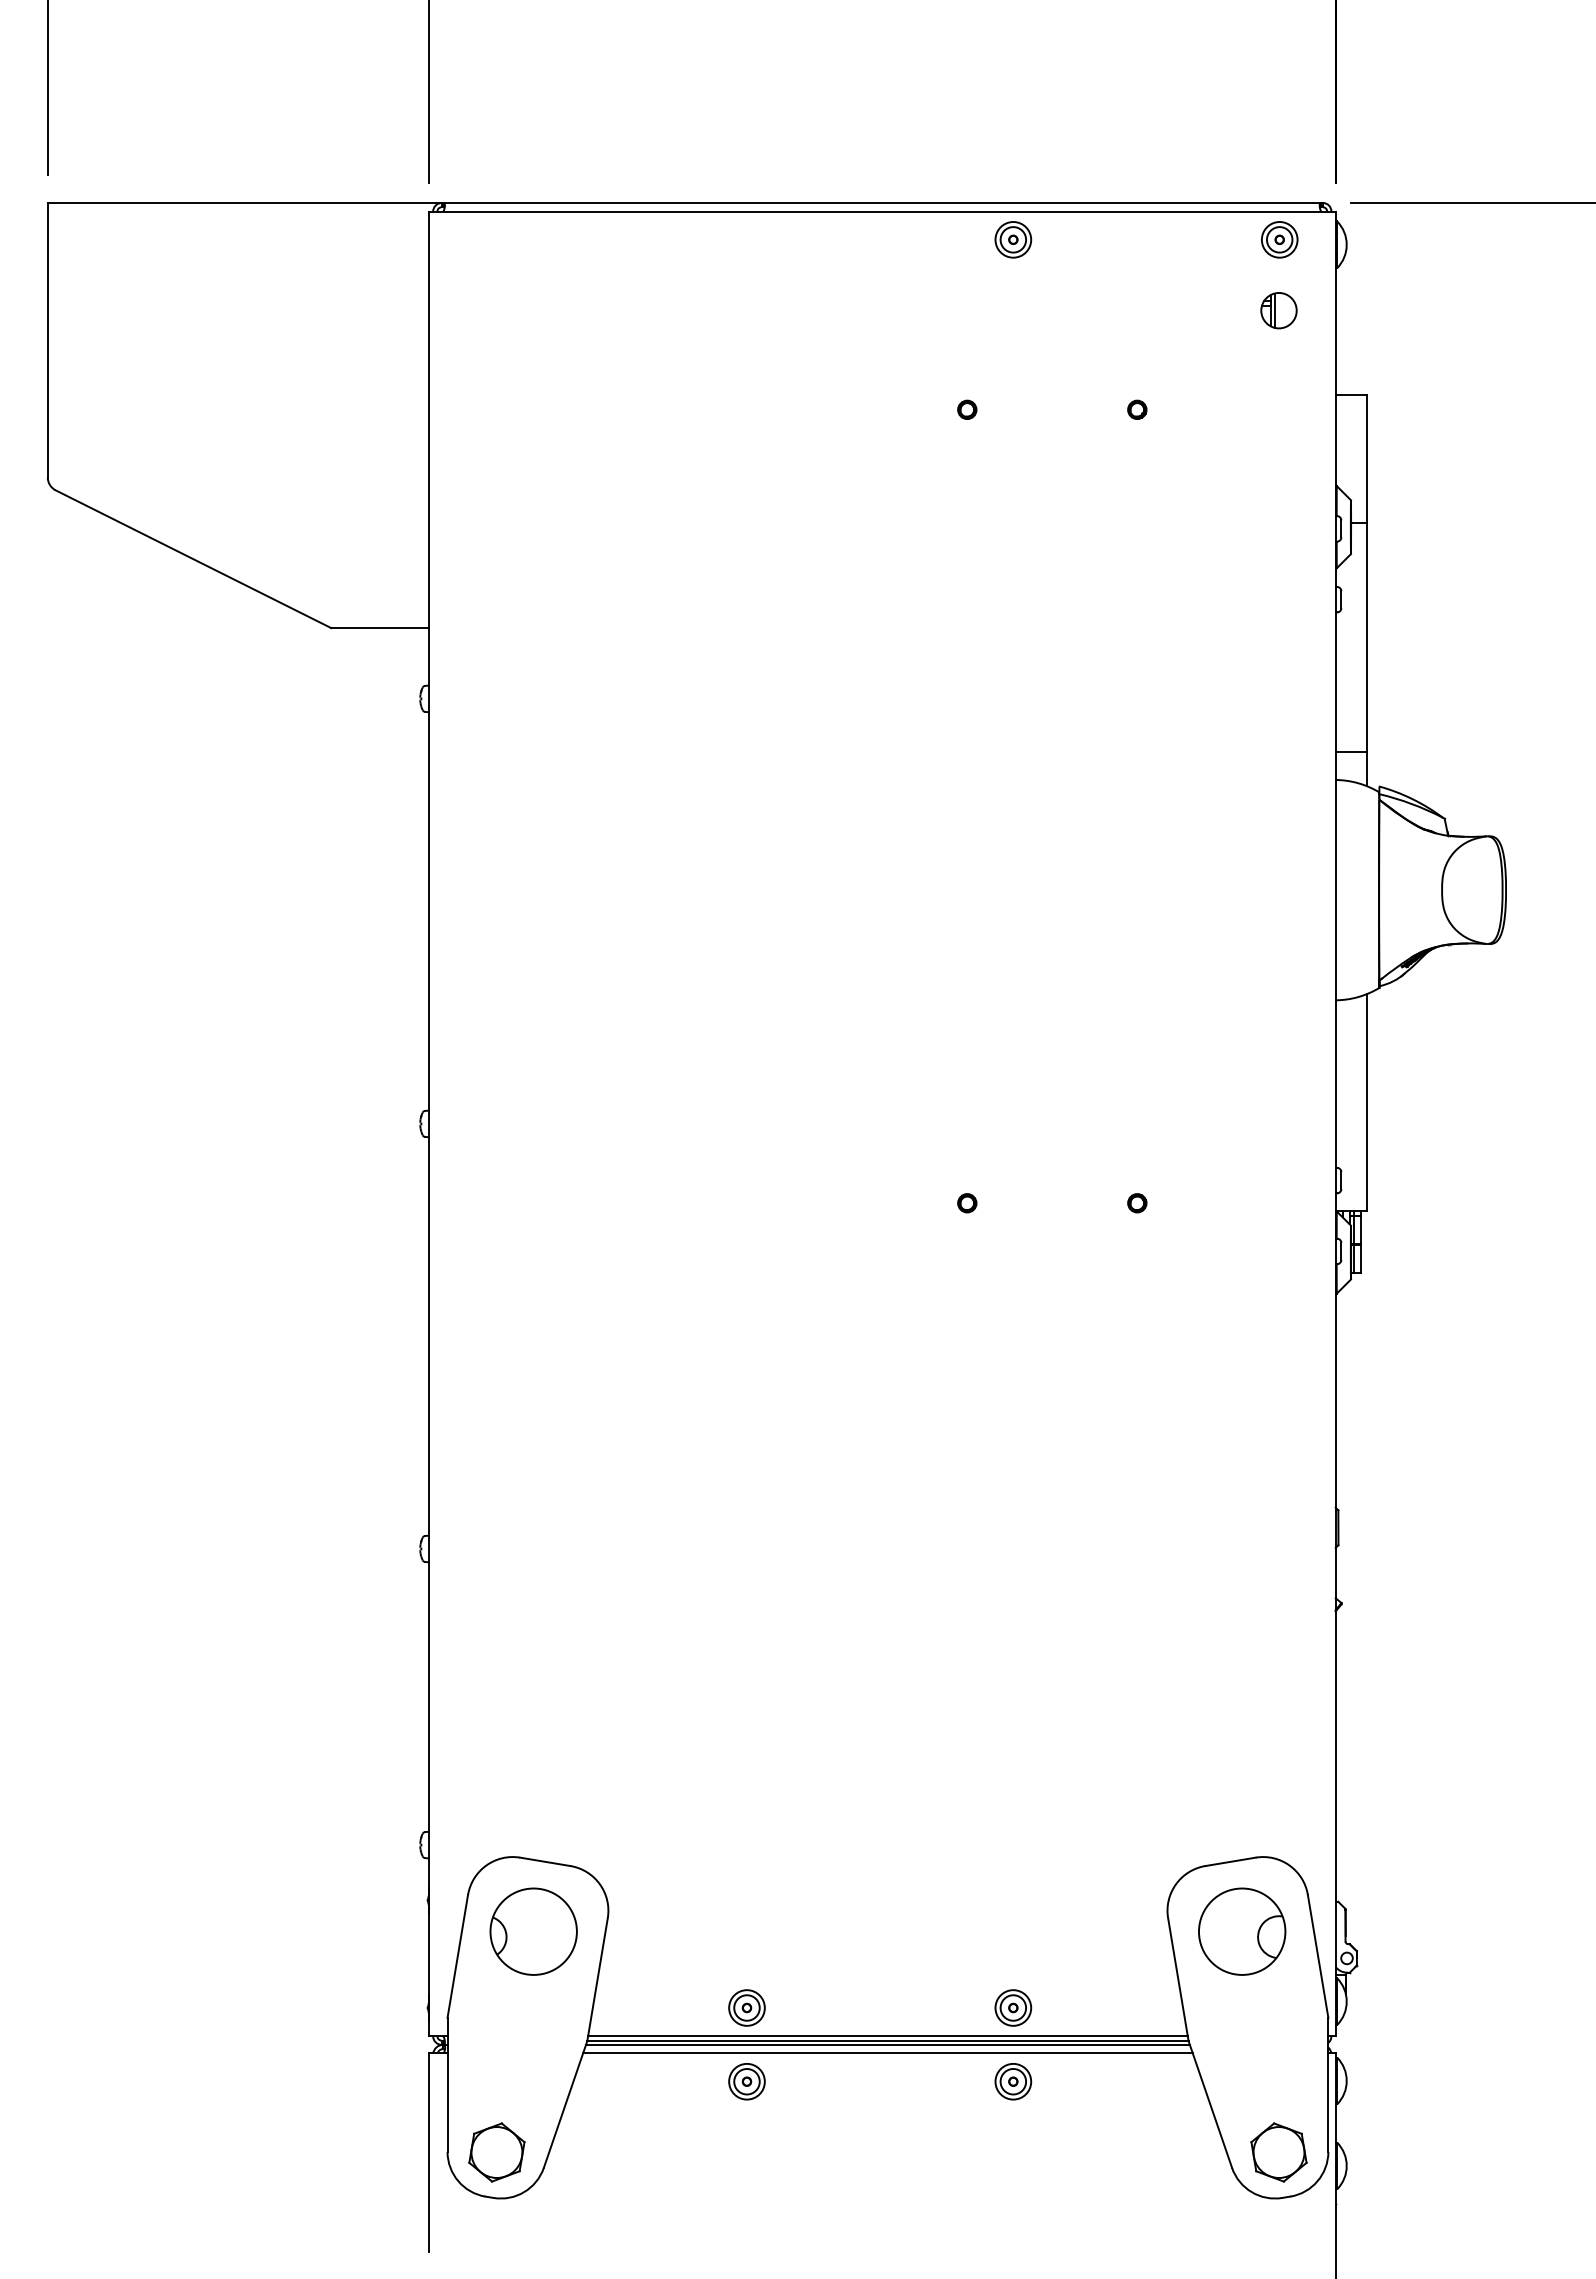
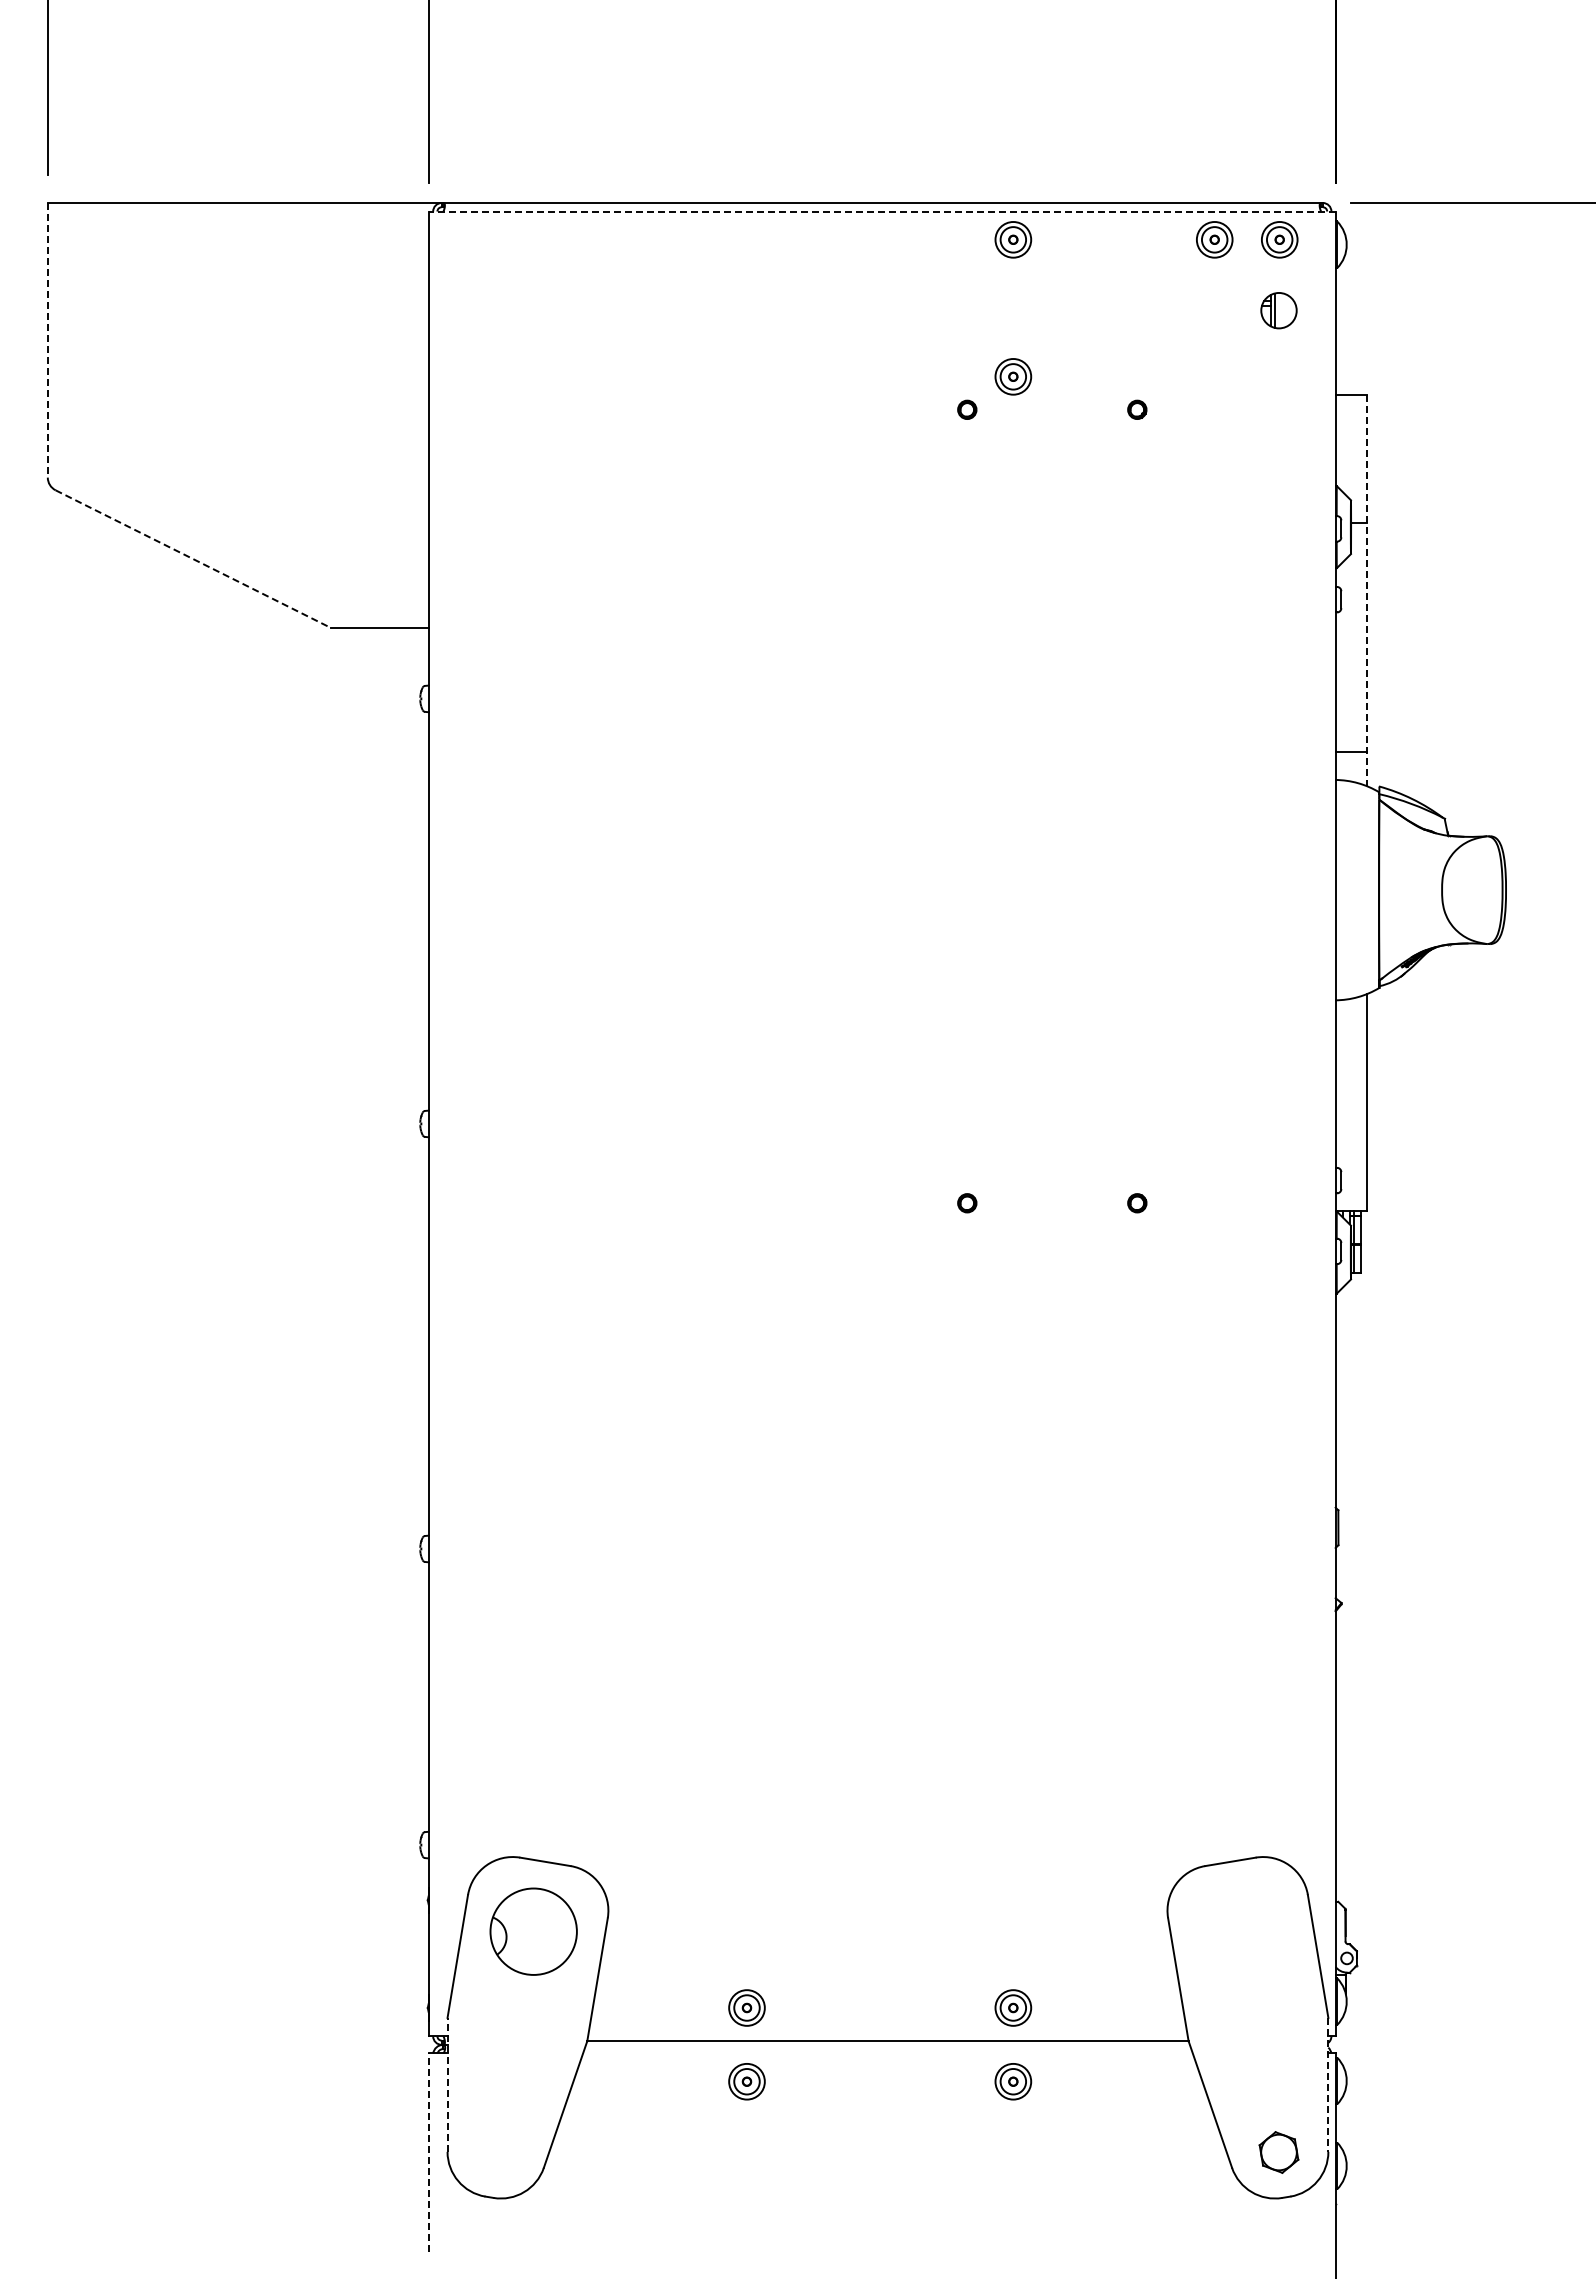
line at (881, 211): solid -> dashed
part at (1214, 239): none -> present
line at (47, 340): solid -> dashed
part at (1013, 376): none -> present
line at (193, 559): solid -> dashed
line at (1366, 590): solid -> dashed
part at (1242, 1931): present -> none
line at (887, 2036): present -> none
line at (887, 2044): present -> none
line at (887, 2053): present -> none
line at (447, 2084): solid -> dashed
line at (1328, 2084): solid -> dashed
line at (428, 2152): solid -> dashed
part at (496, 2152): present -> none
part at (1278, 2152) size: 58x61 px -> 42x43 px
